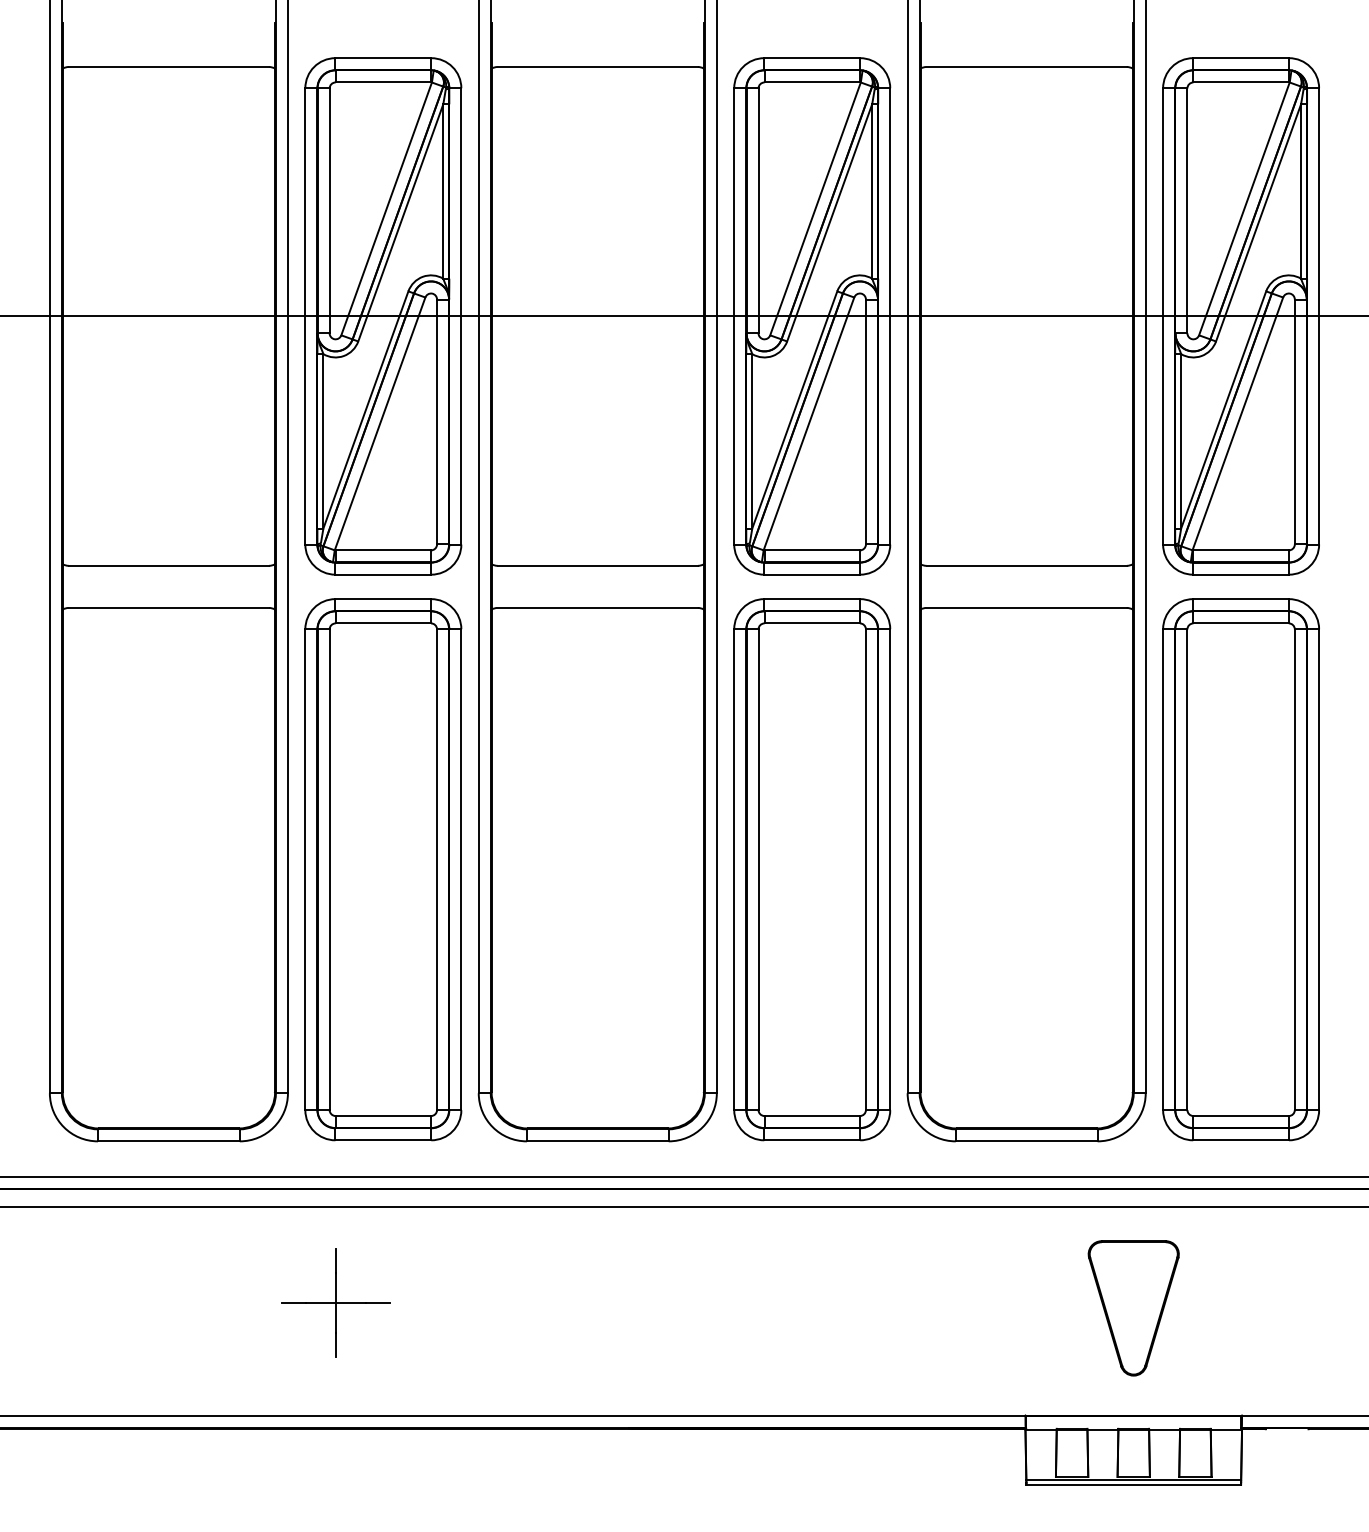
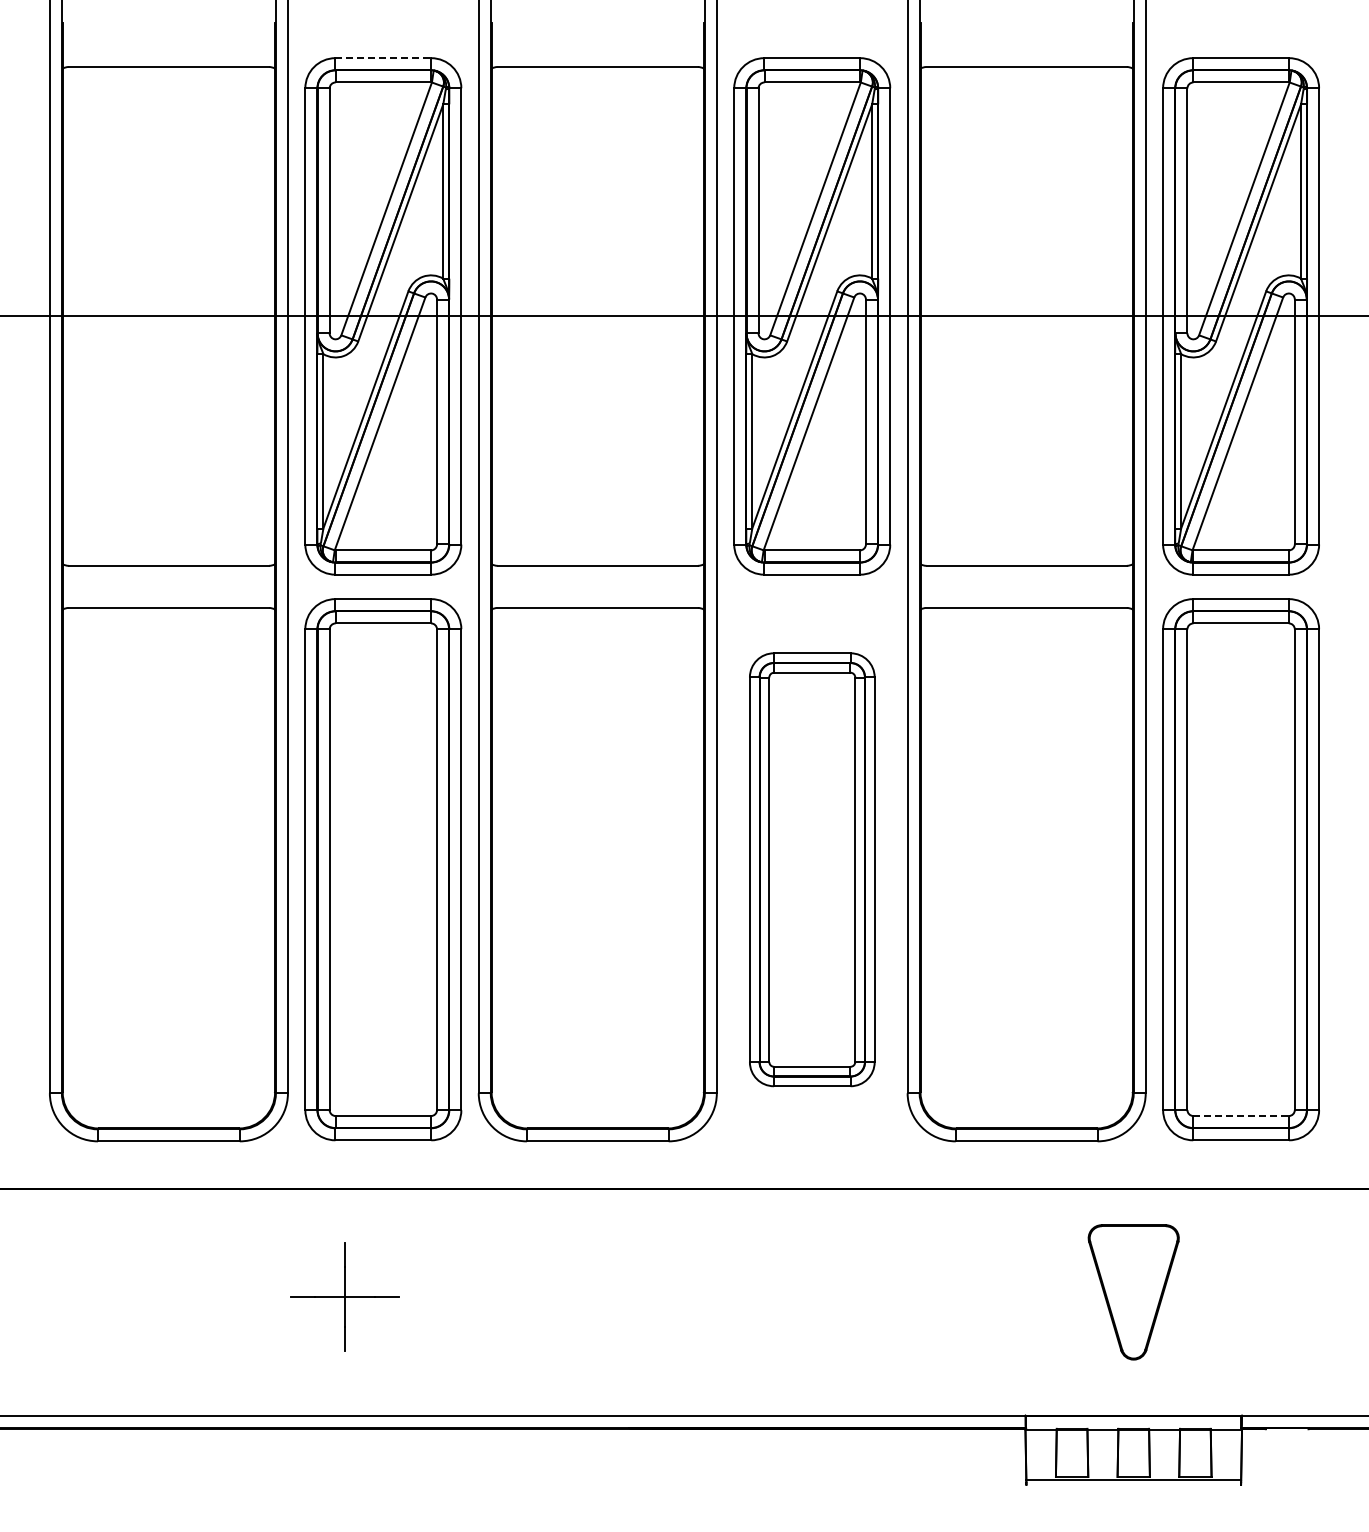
line at (383, 58): solid -> dashed
part at (812, 869) size: 159x544 px -> 127x436 px
line at (1241, 1116): solid -> dashed
line at (683, 1176): present -> none
line at (683, 1207): present -> none
part at (335, 1302) position: (335, 1302) -> (344, 1296)
part at (1133, 1308) position: (1133, 1308) -> (1133, 1292)
line at (1133, 1484): present -> none
